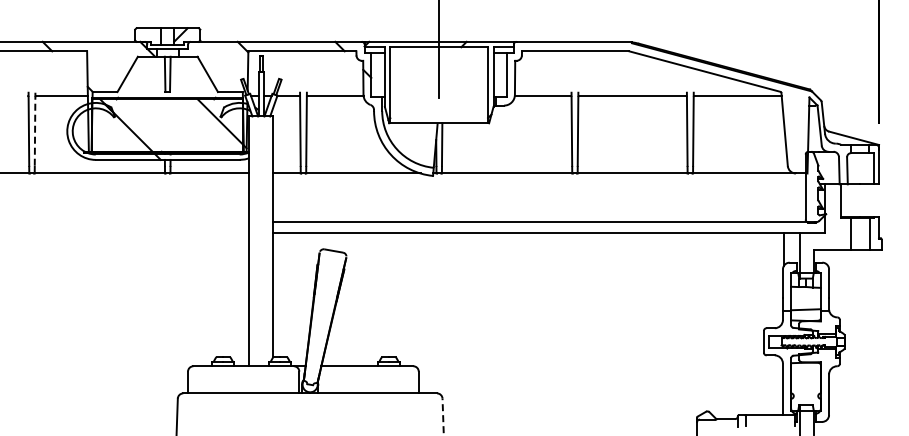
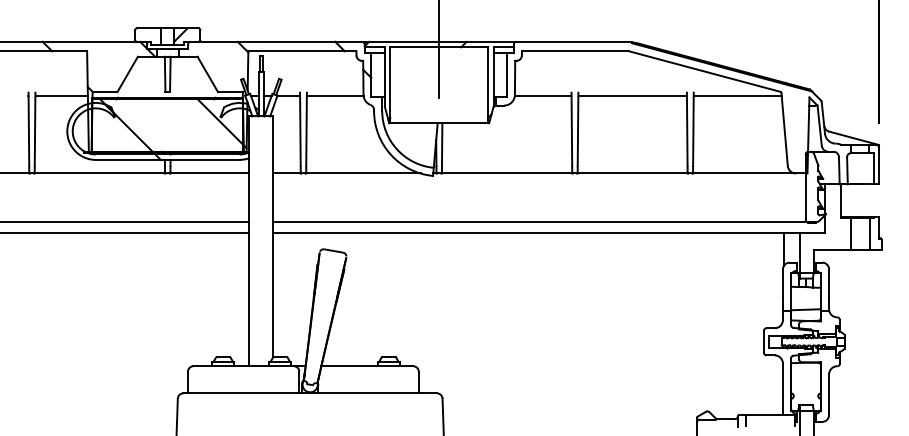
line at (35, 129): dashed -> solid
line at (125, 222): none -> present
line at (125, 233): none -> present
line at (443, 416): dashed -> solid
